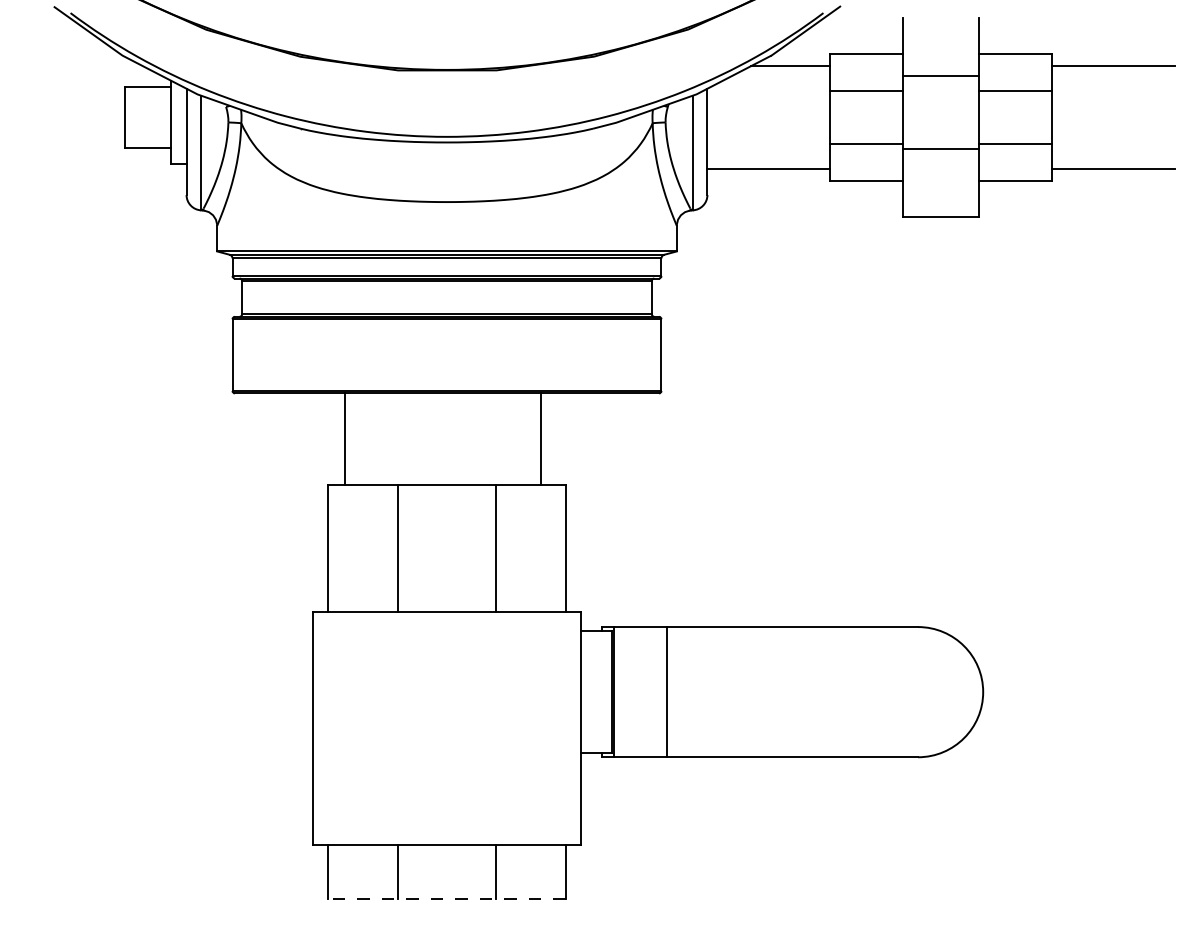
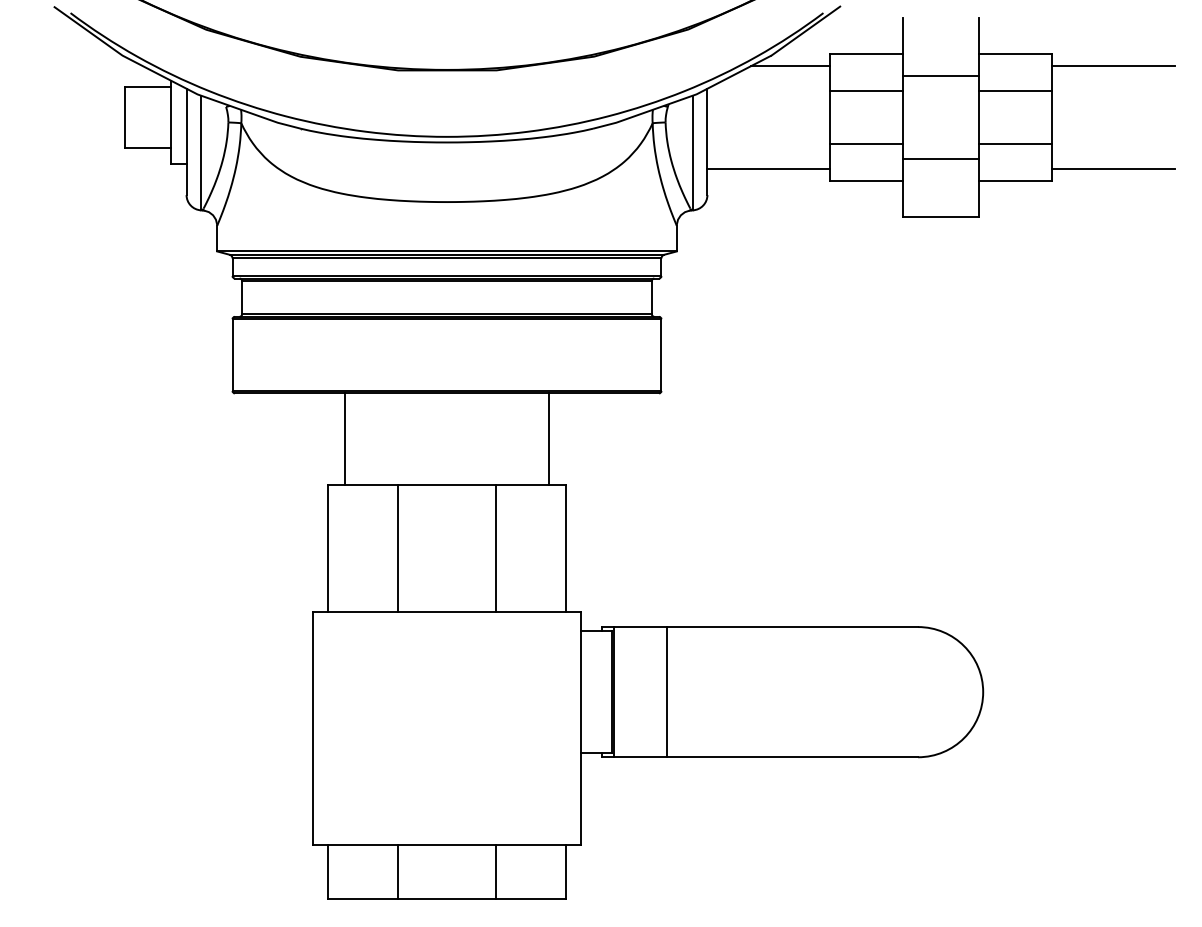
line at (940, 148) position: (940, 148) -> (940, 158)
line at (540, 439) position: (540, 439) -> (548, 439)
line at (447, 898): dashed -> solid
